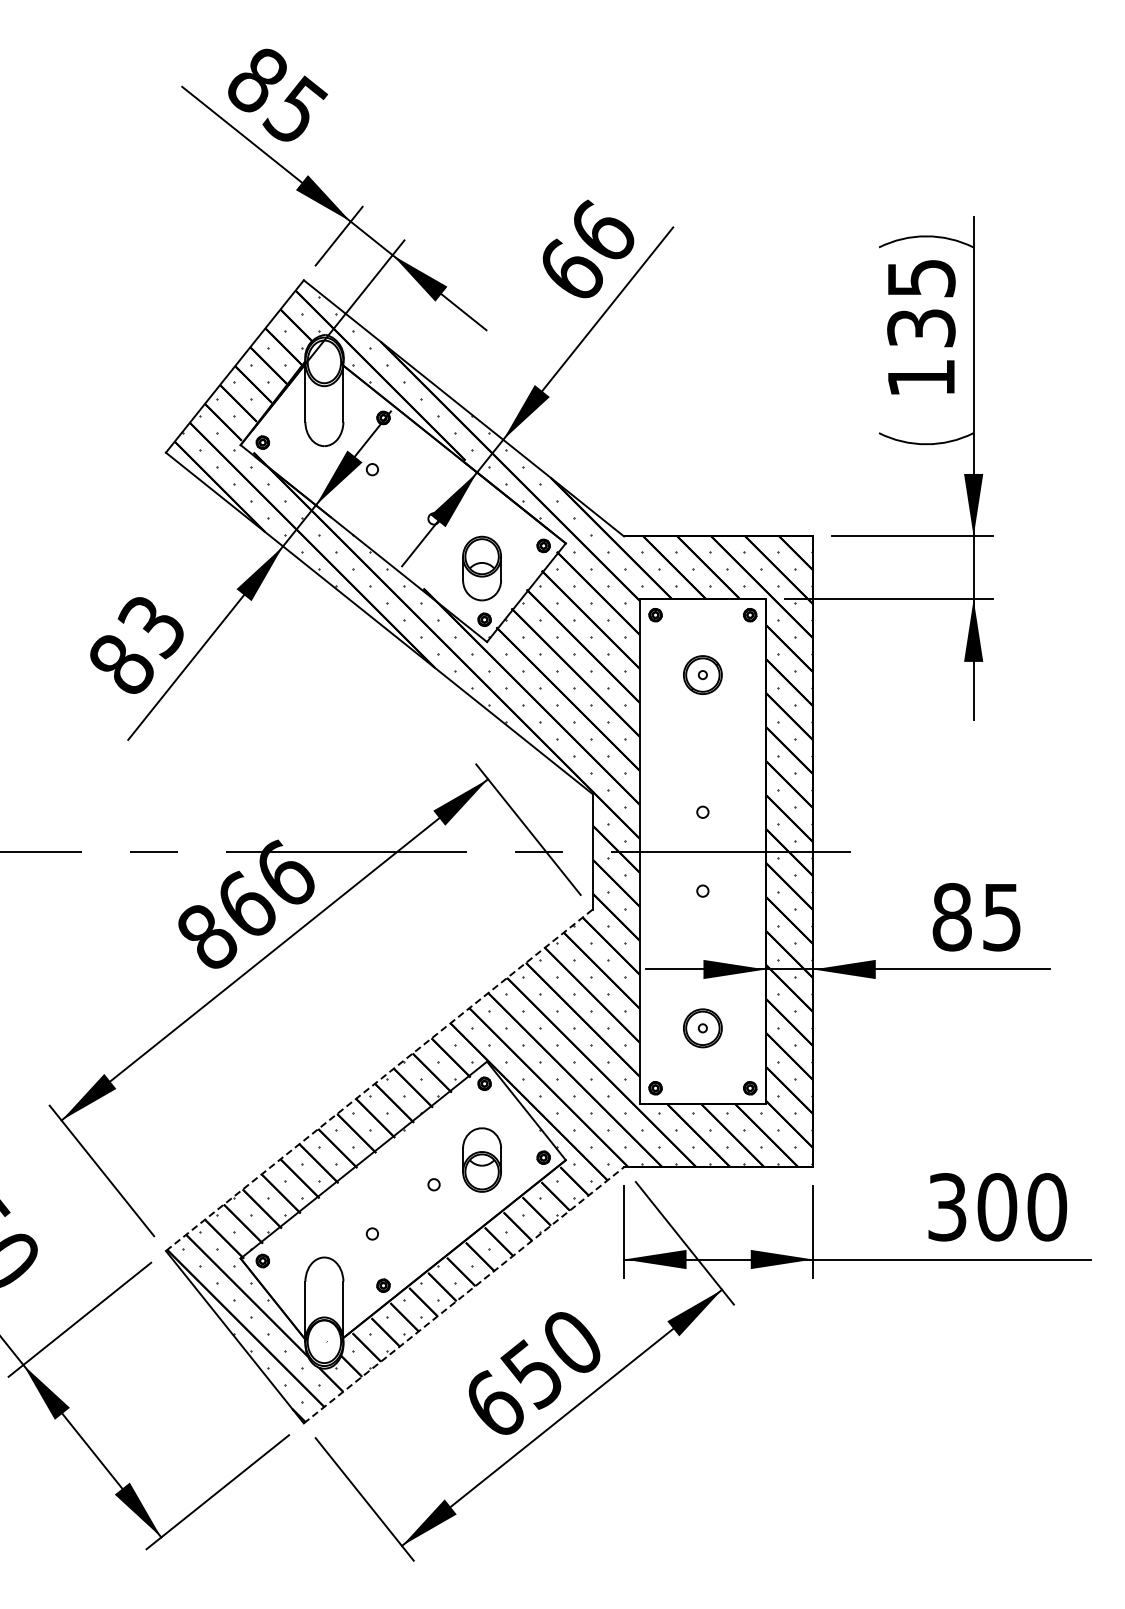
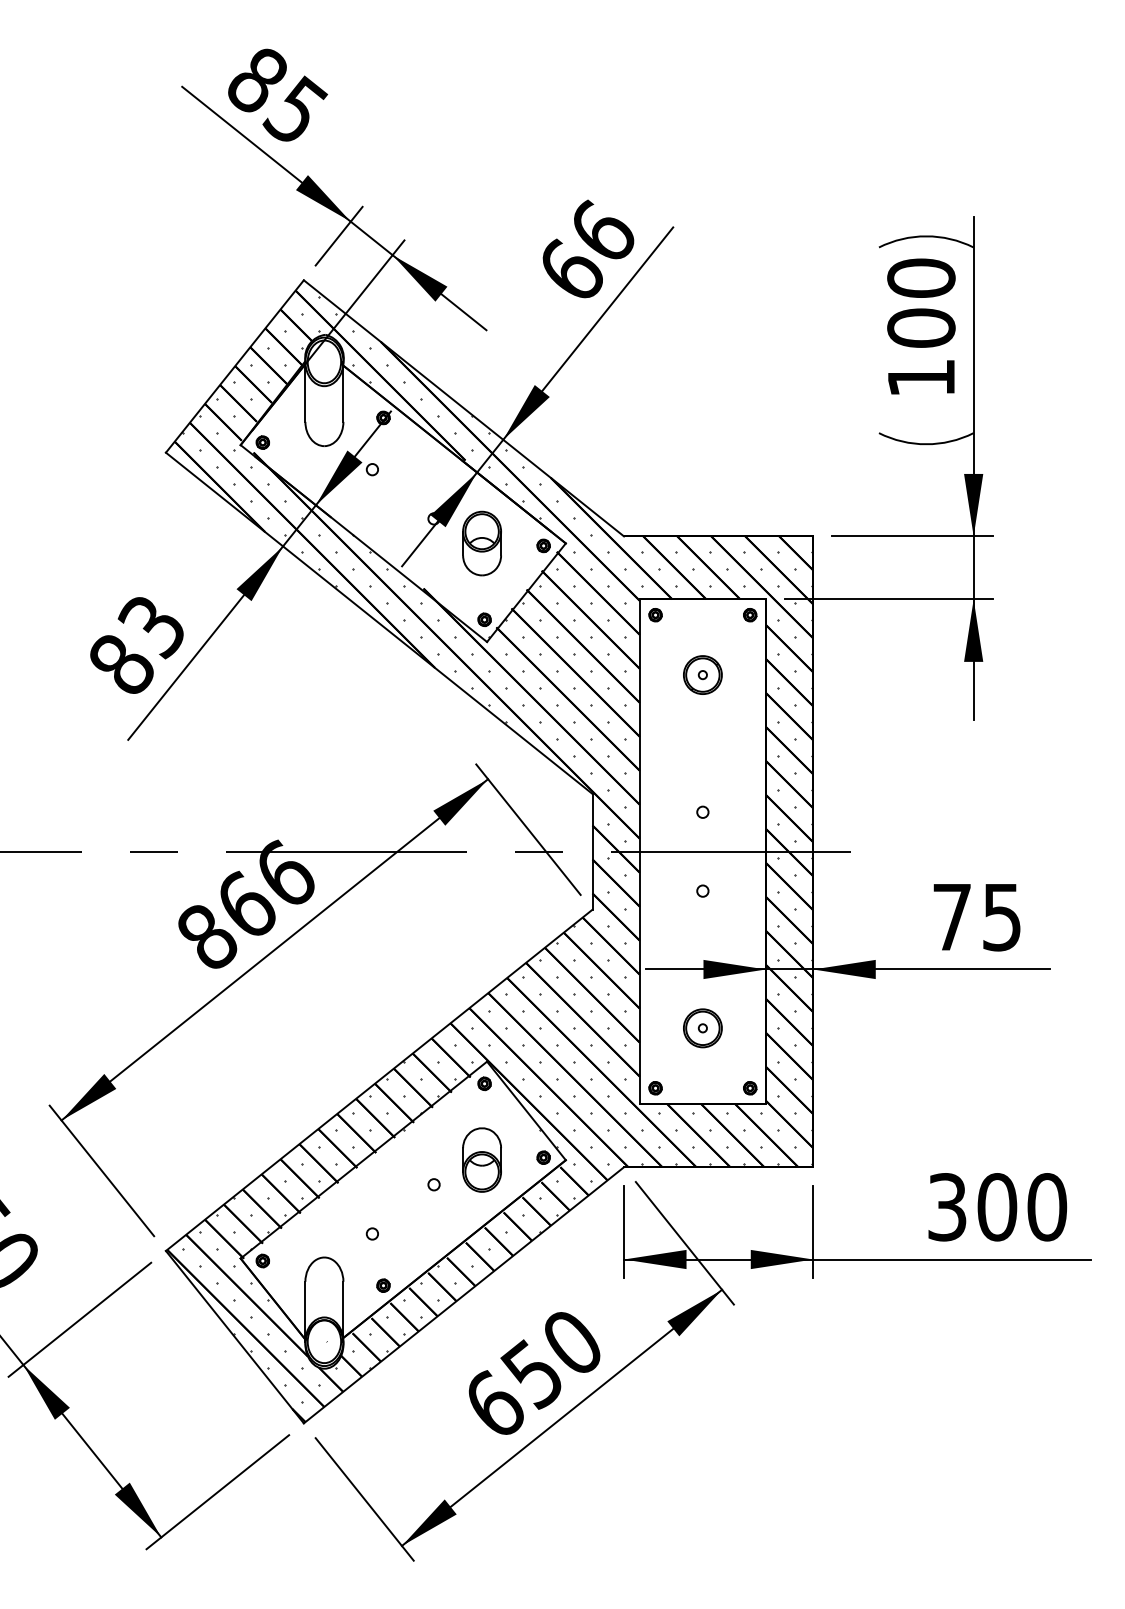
text at (921, 302): 135 -> 100
part at (481, 568) position: (481, 568) -> (481, 543)
text at (951, 917): 85 -> 75
line at (378, 1080): dashed -> solid
line at (464, 1294): dashed -> solid
